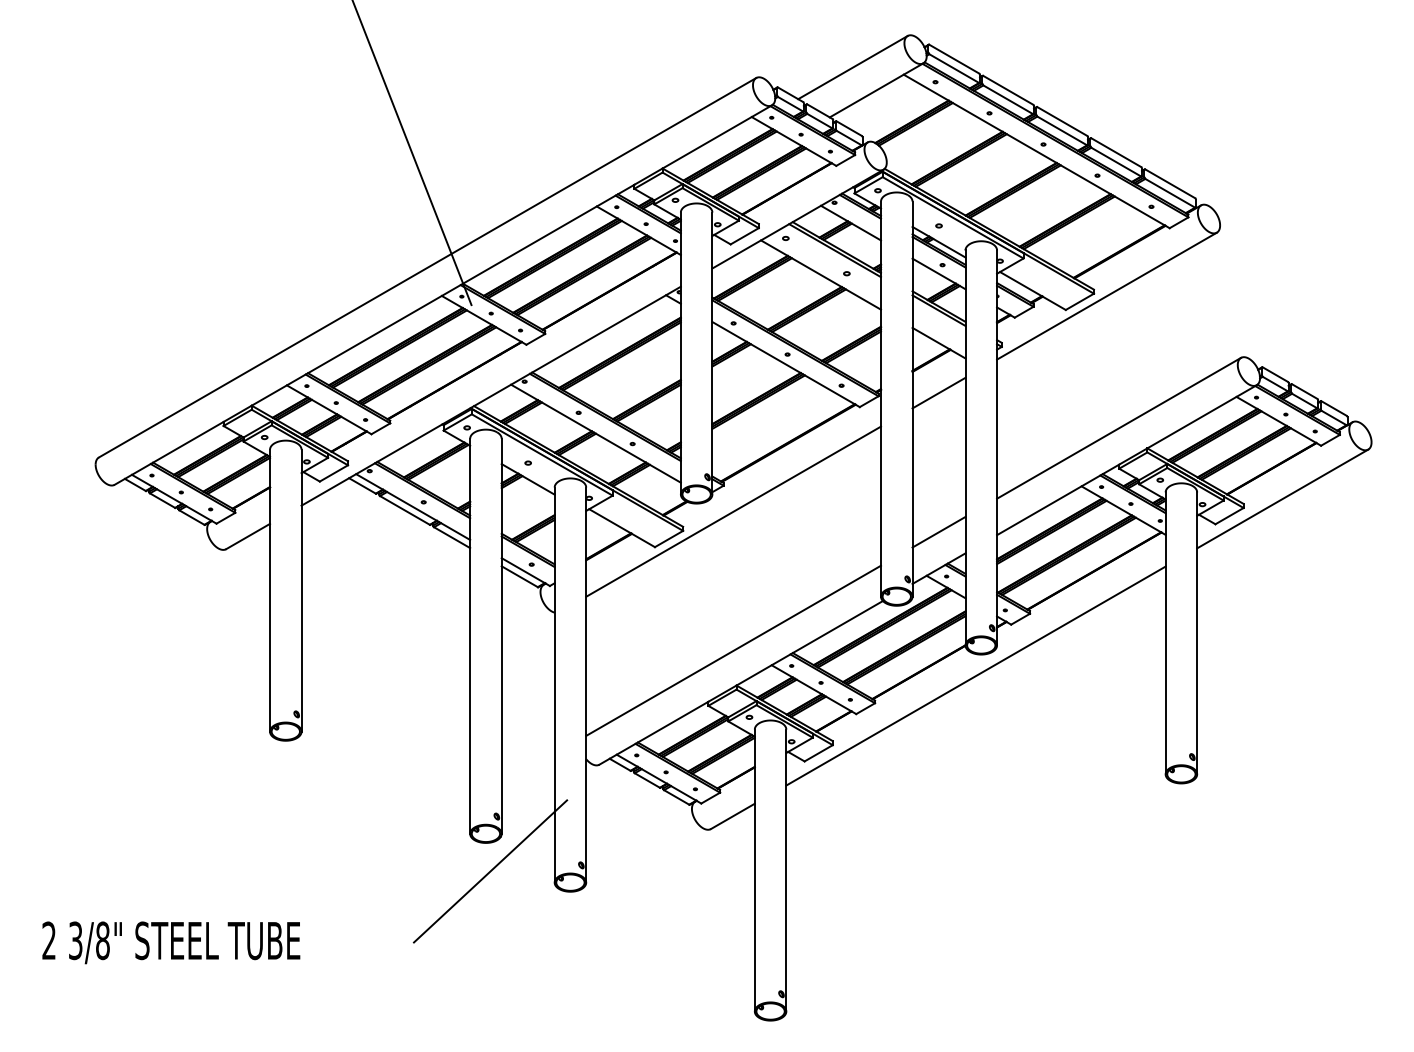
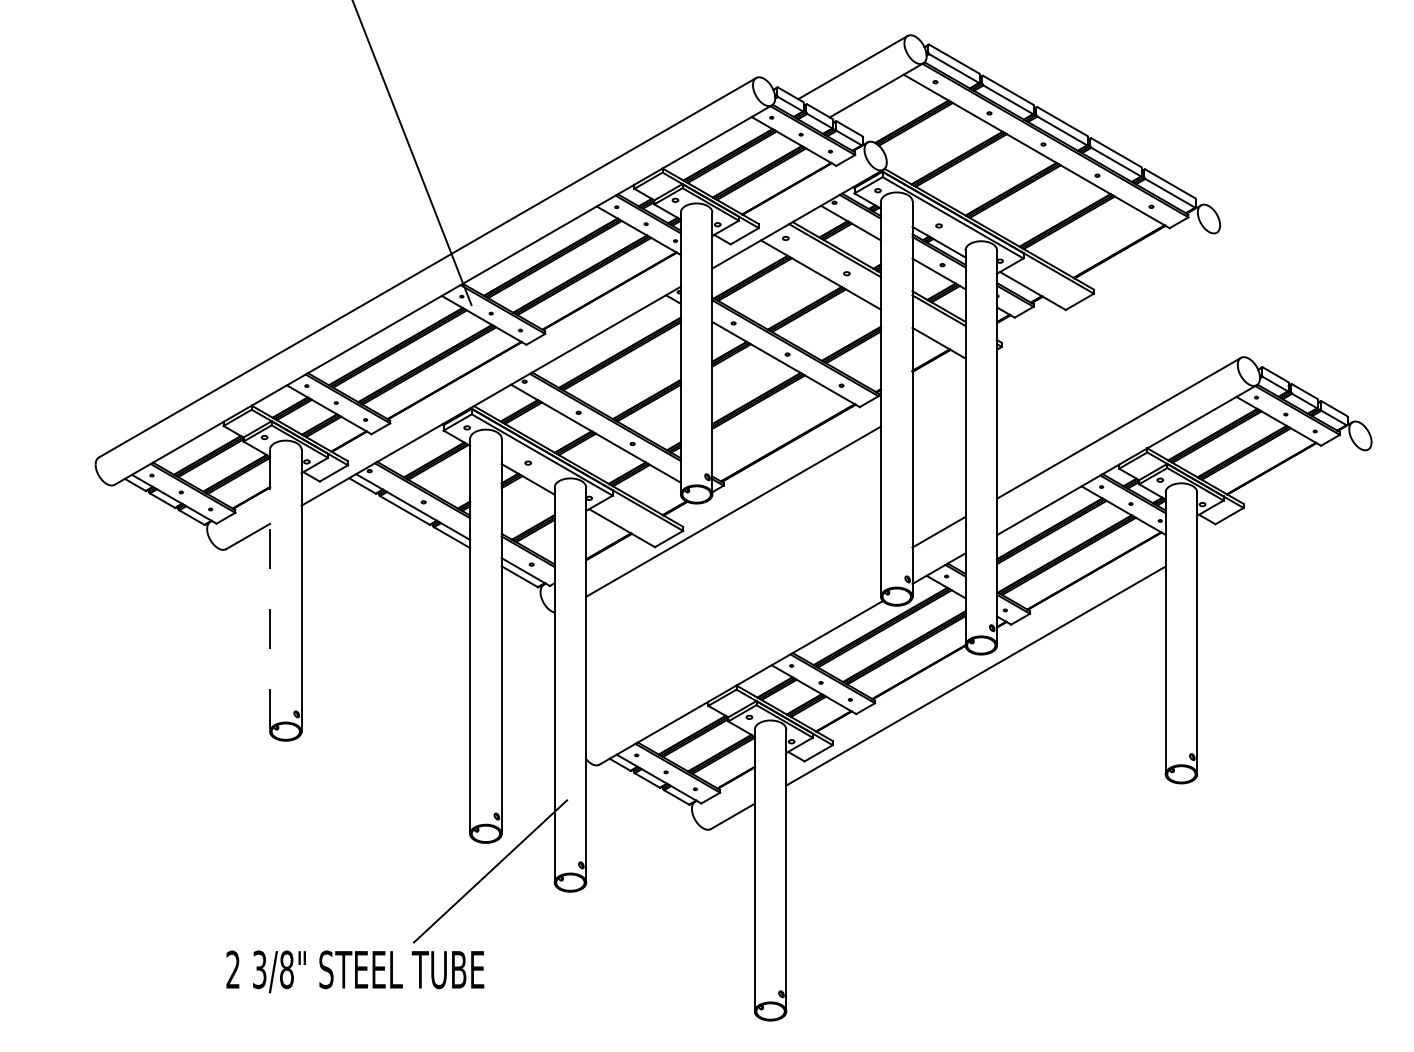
line at (1106, 295): present -> none
line at (938, 392): present -> none
line at (1282, 498): present -> none
line at (270, 590): solid -> dashed
line at (733, 650): present -> none
text at (171, 942) position: (171, 942) -> (355, 971)
